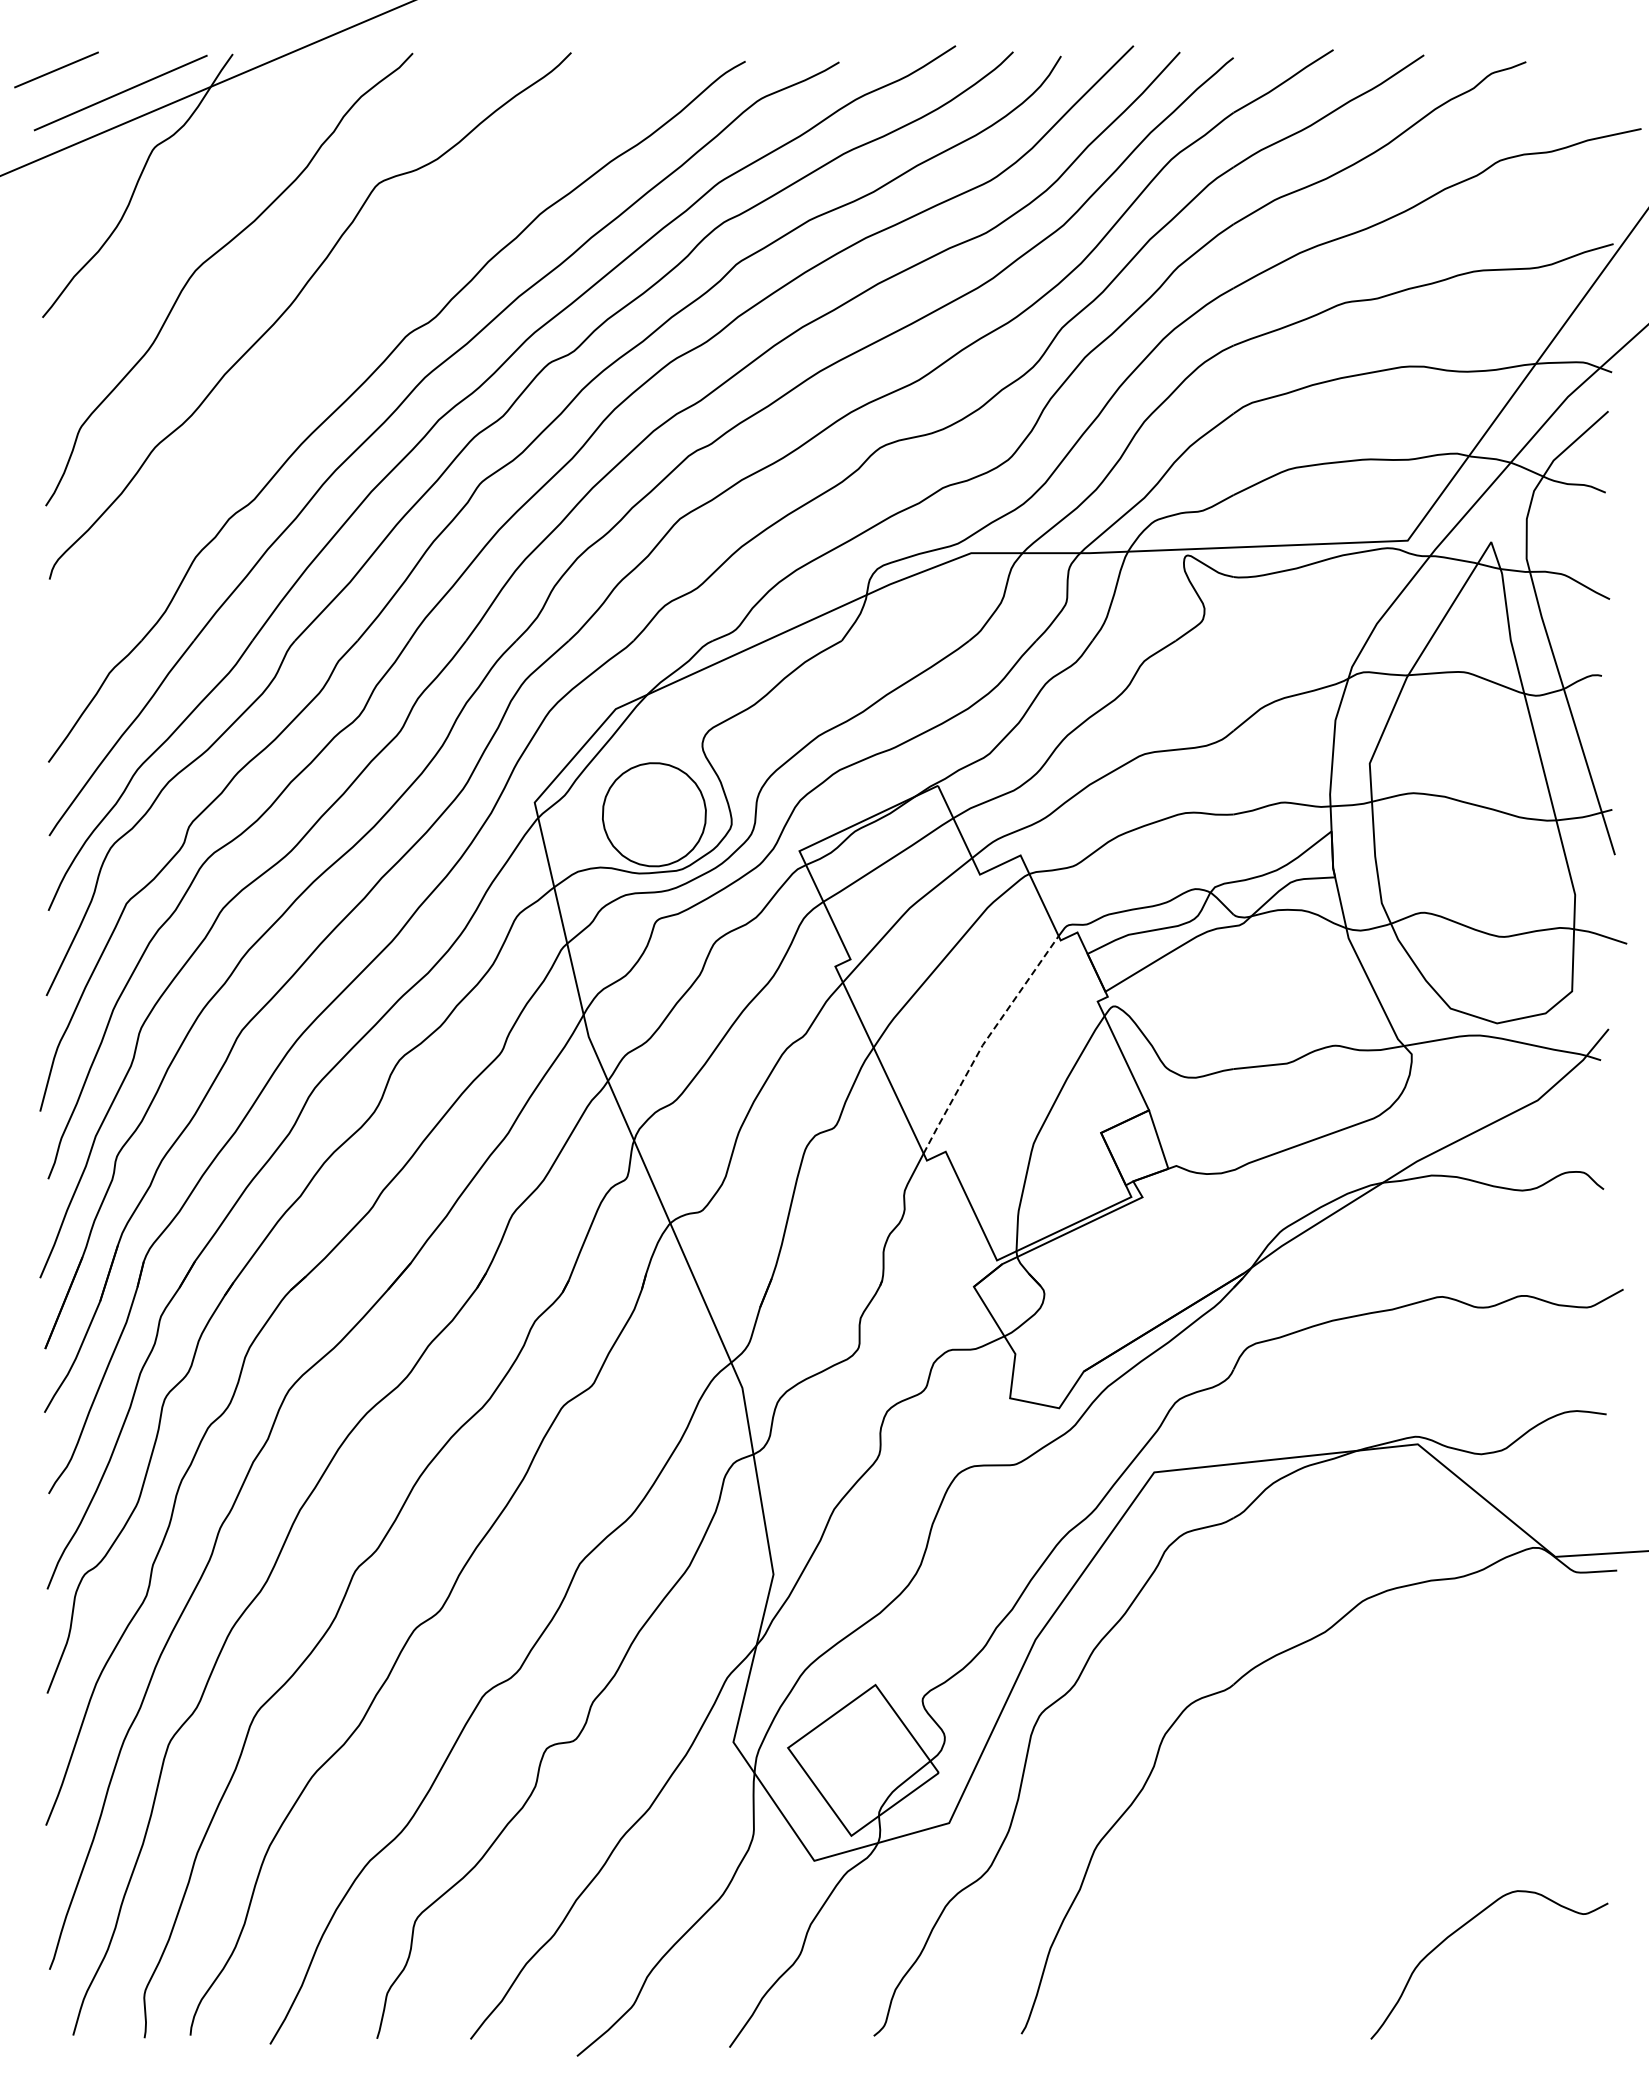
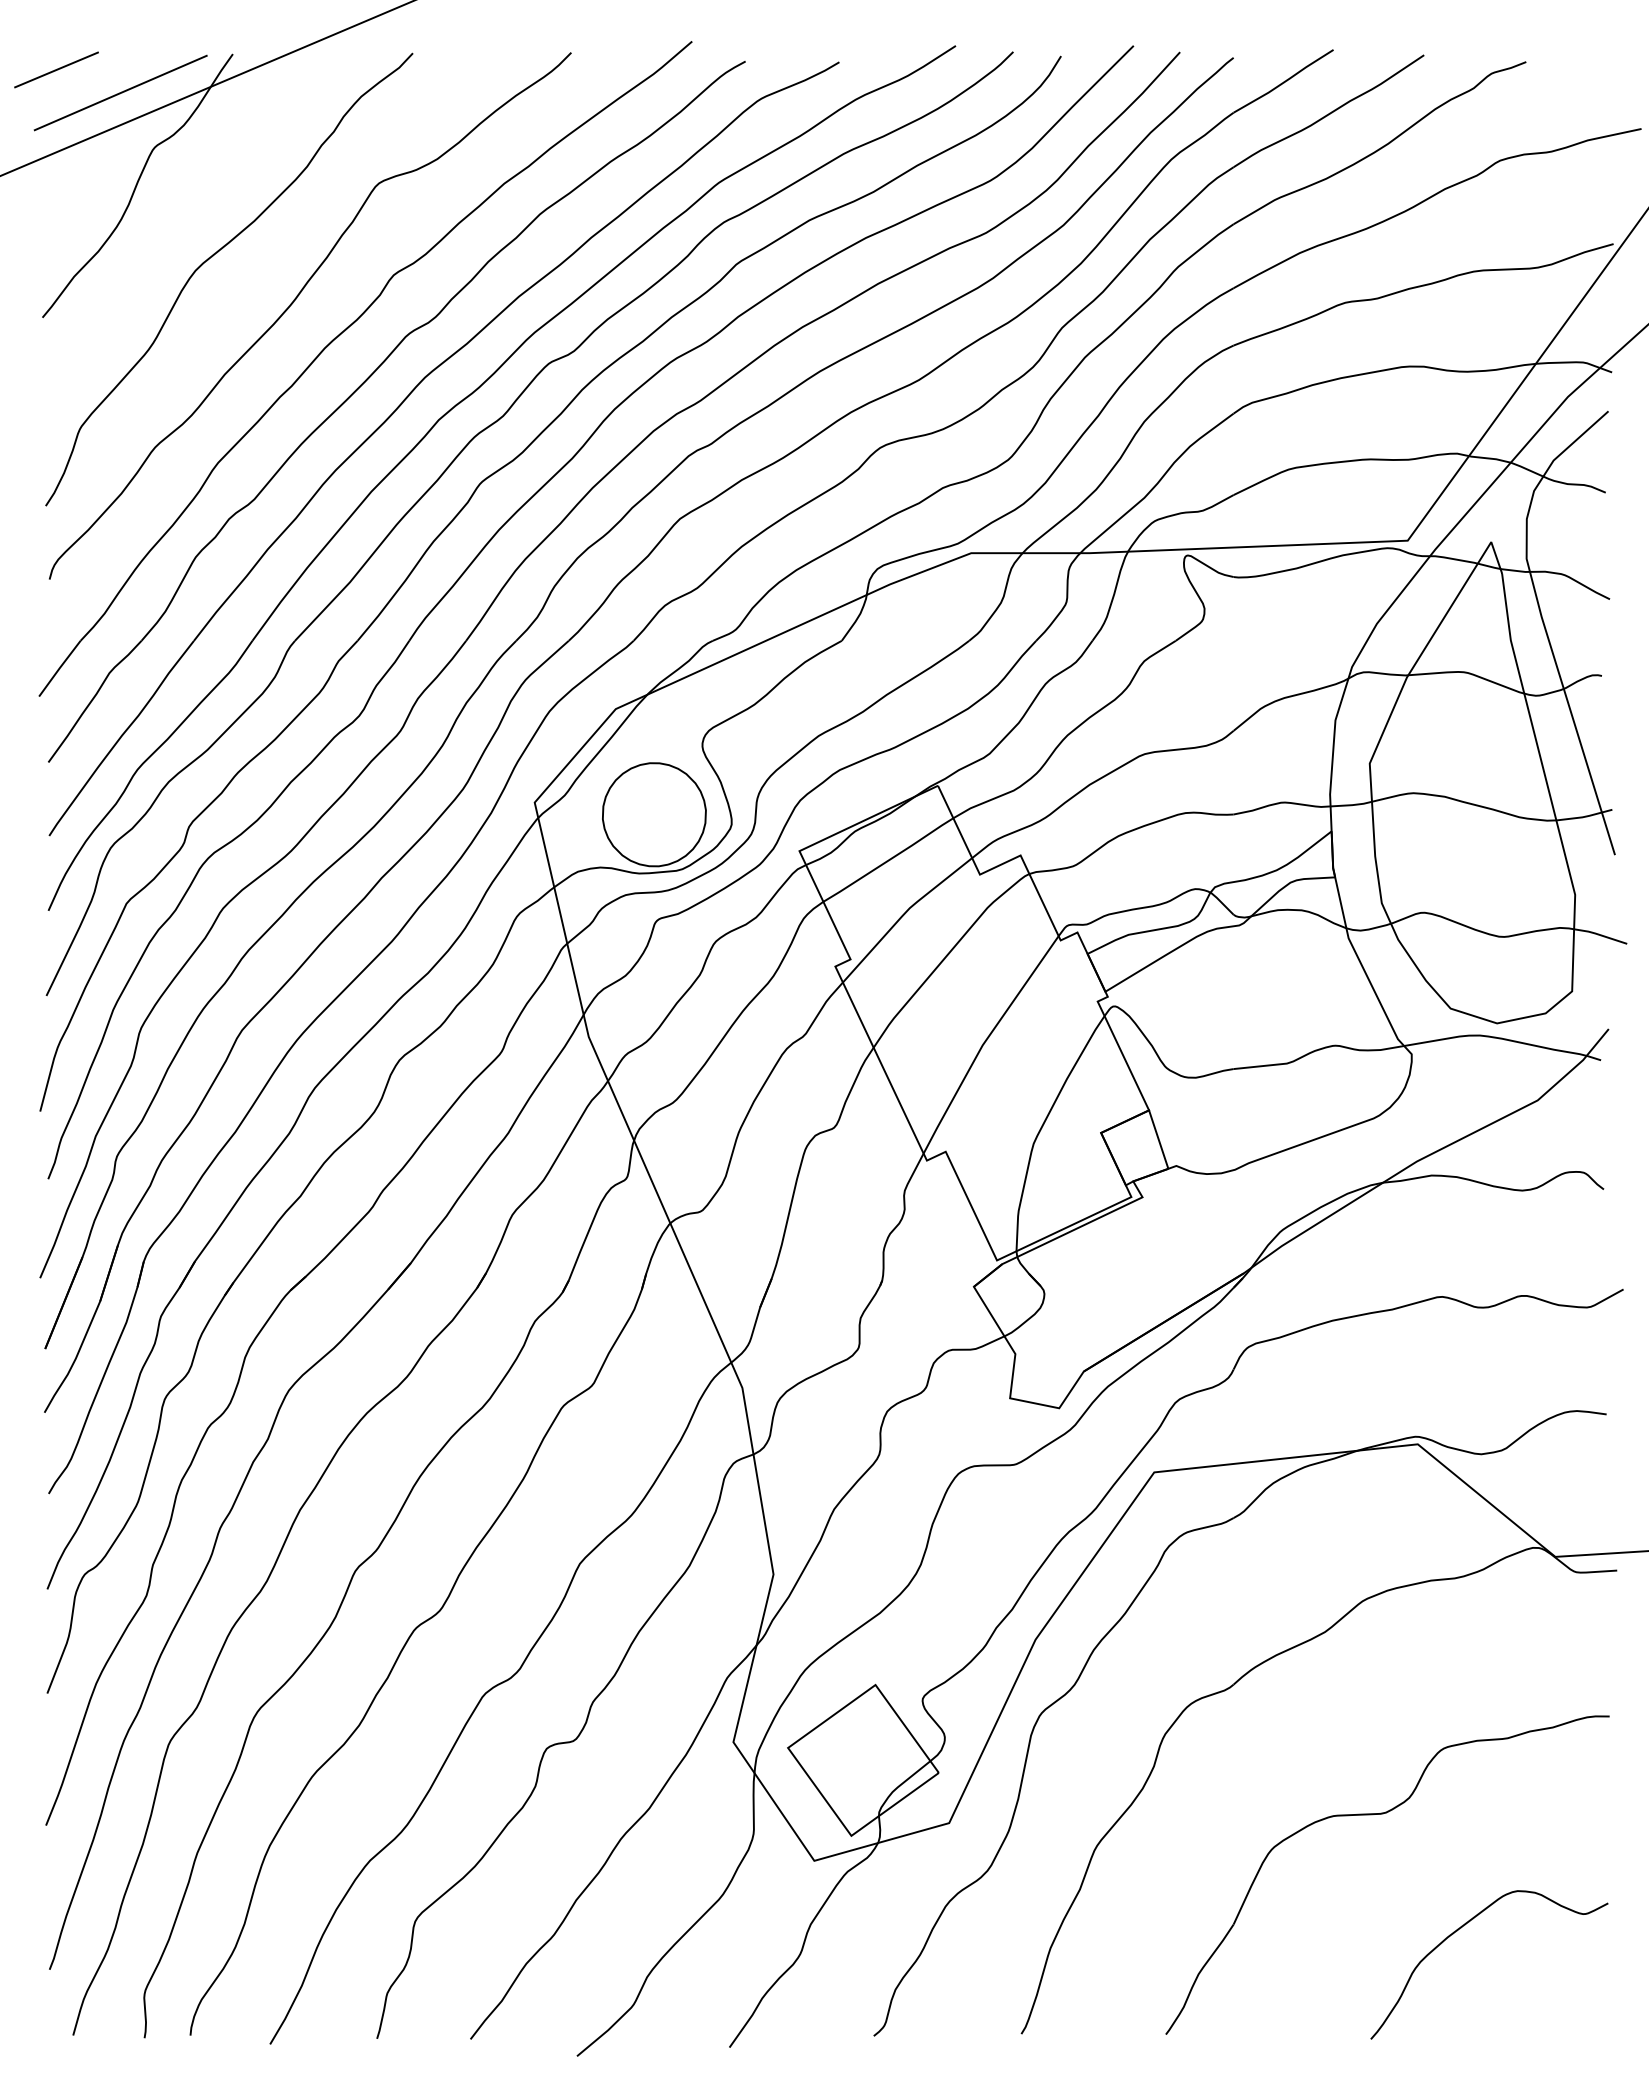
part at (338, 337): none -> present
line at (984, 1042): dashed -> solid
part at (1383, 1814): none -> present
